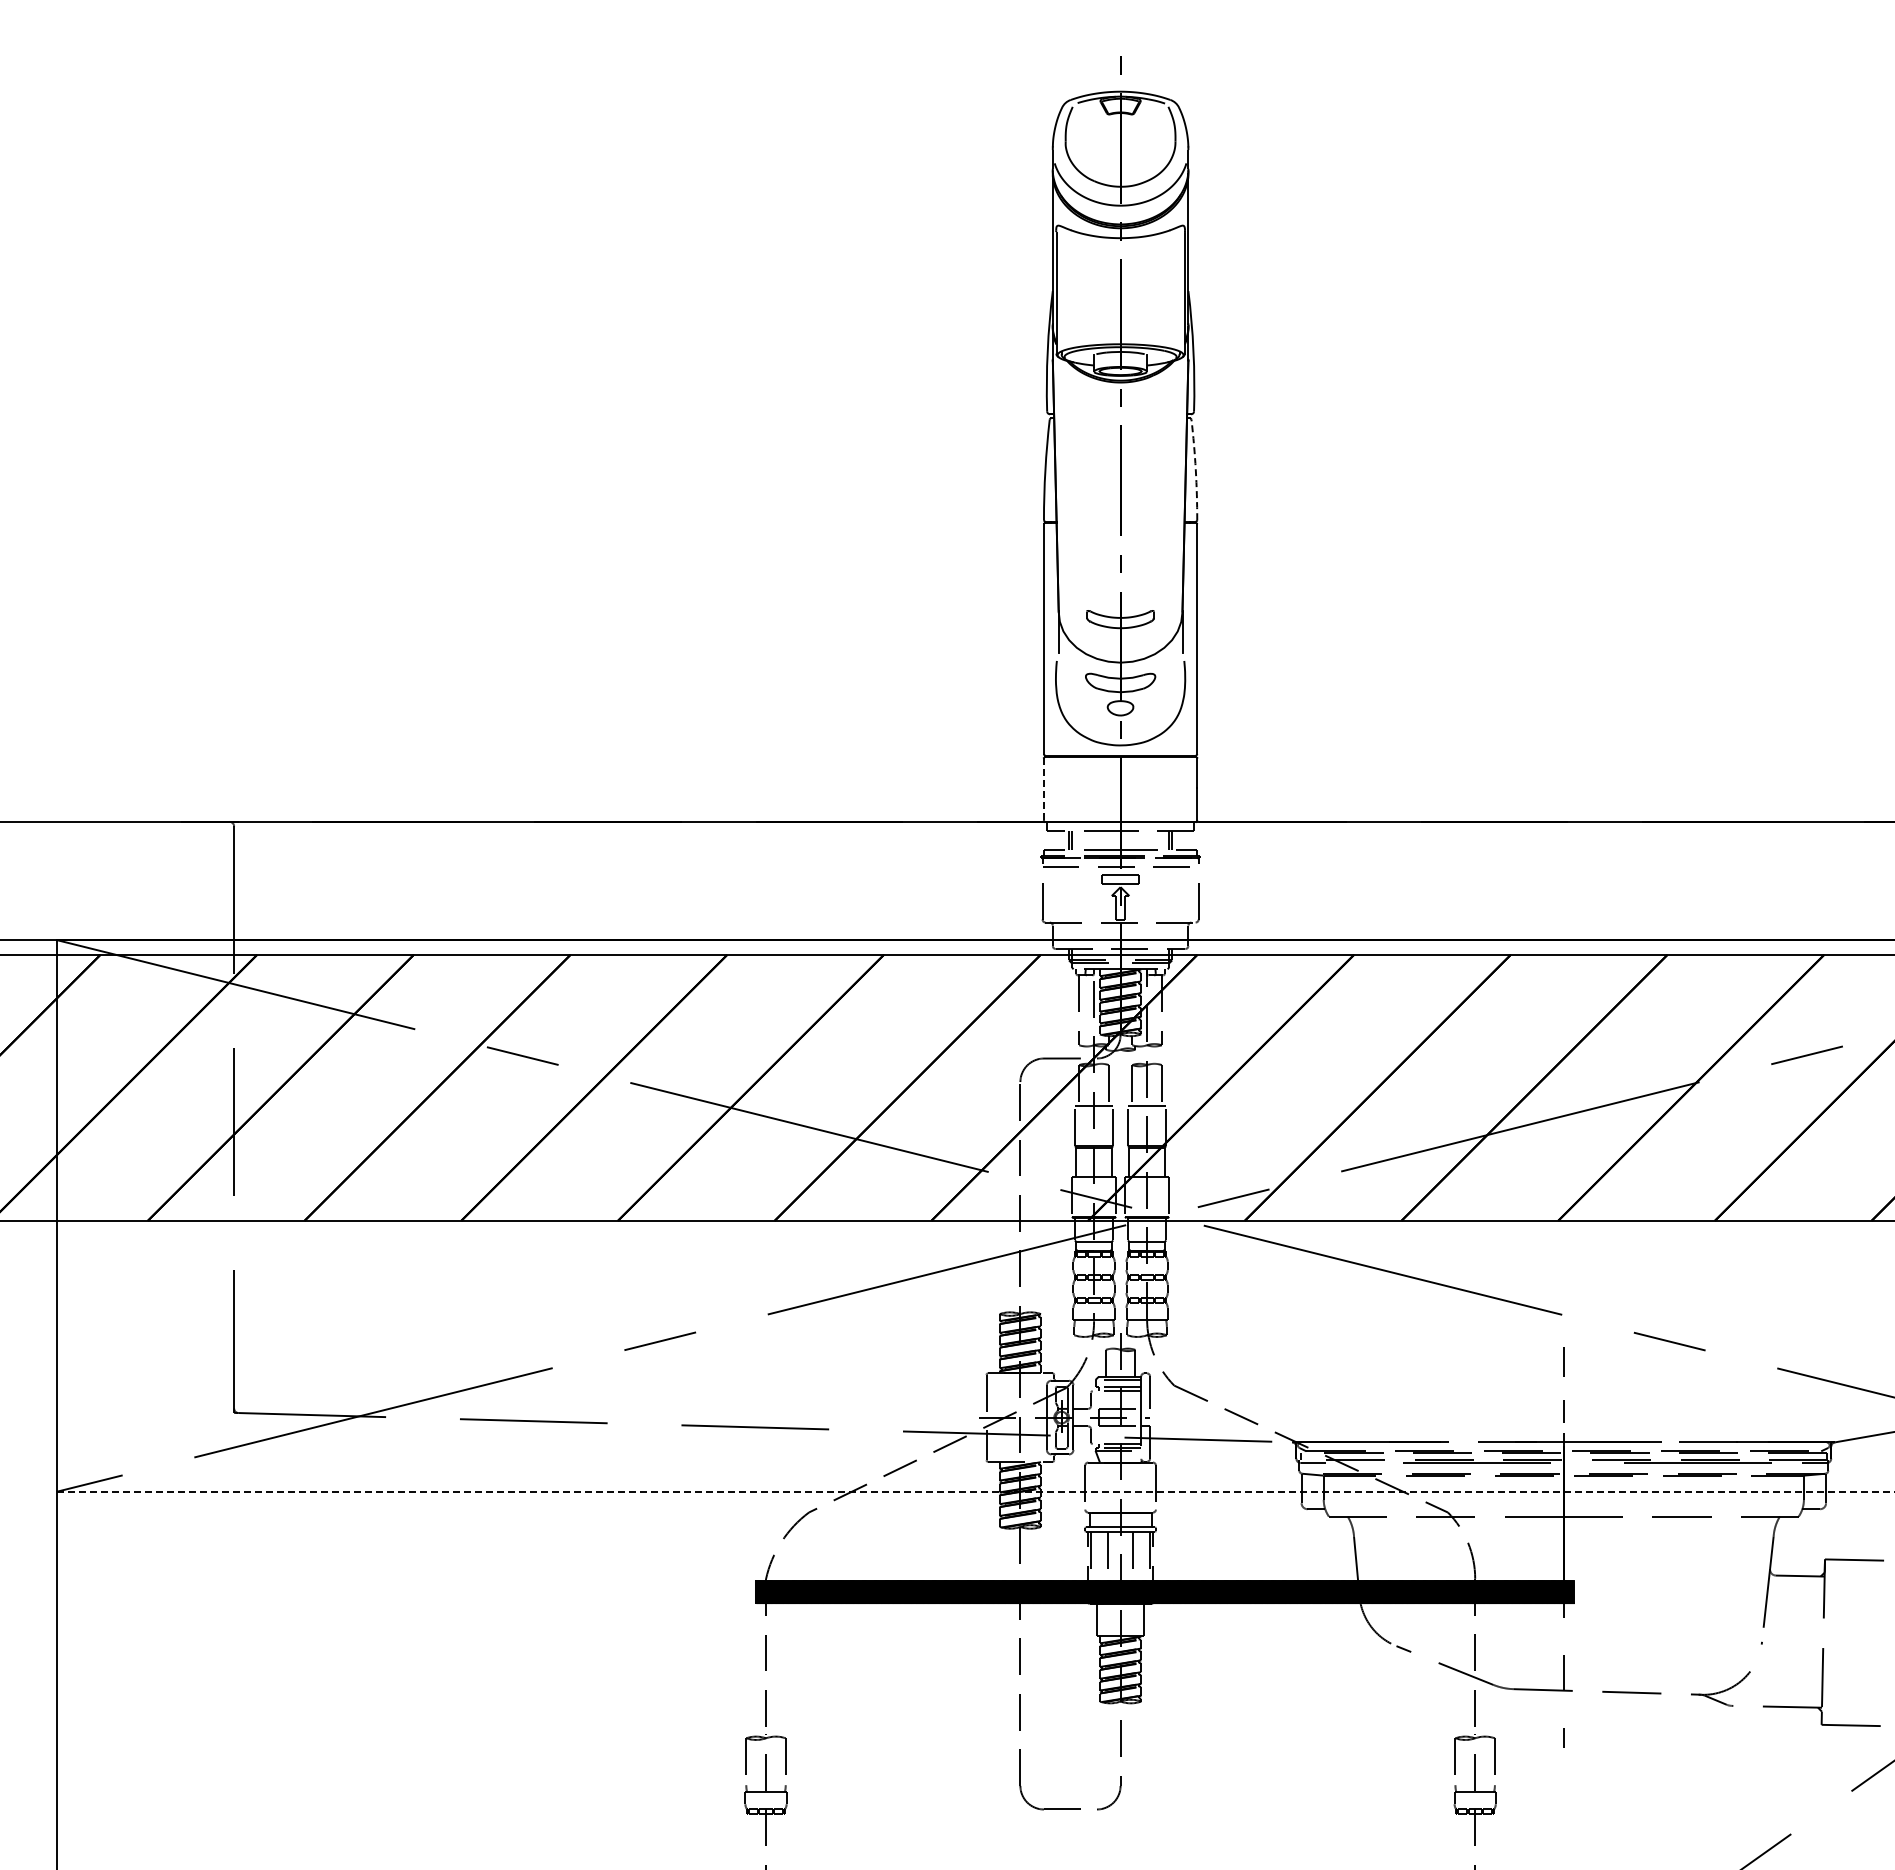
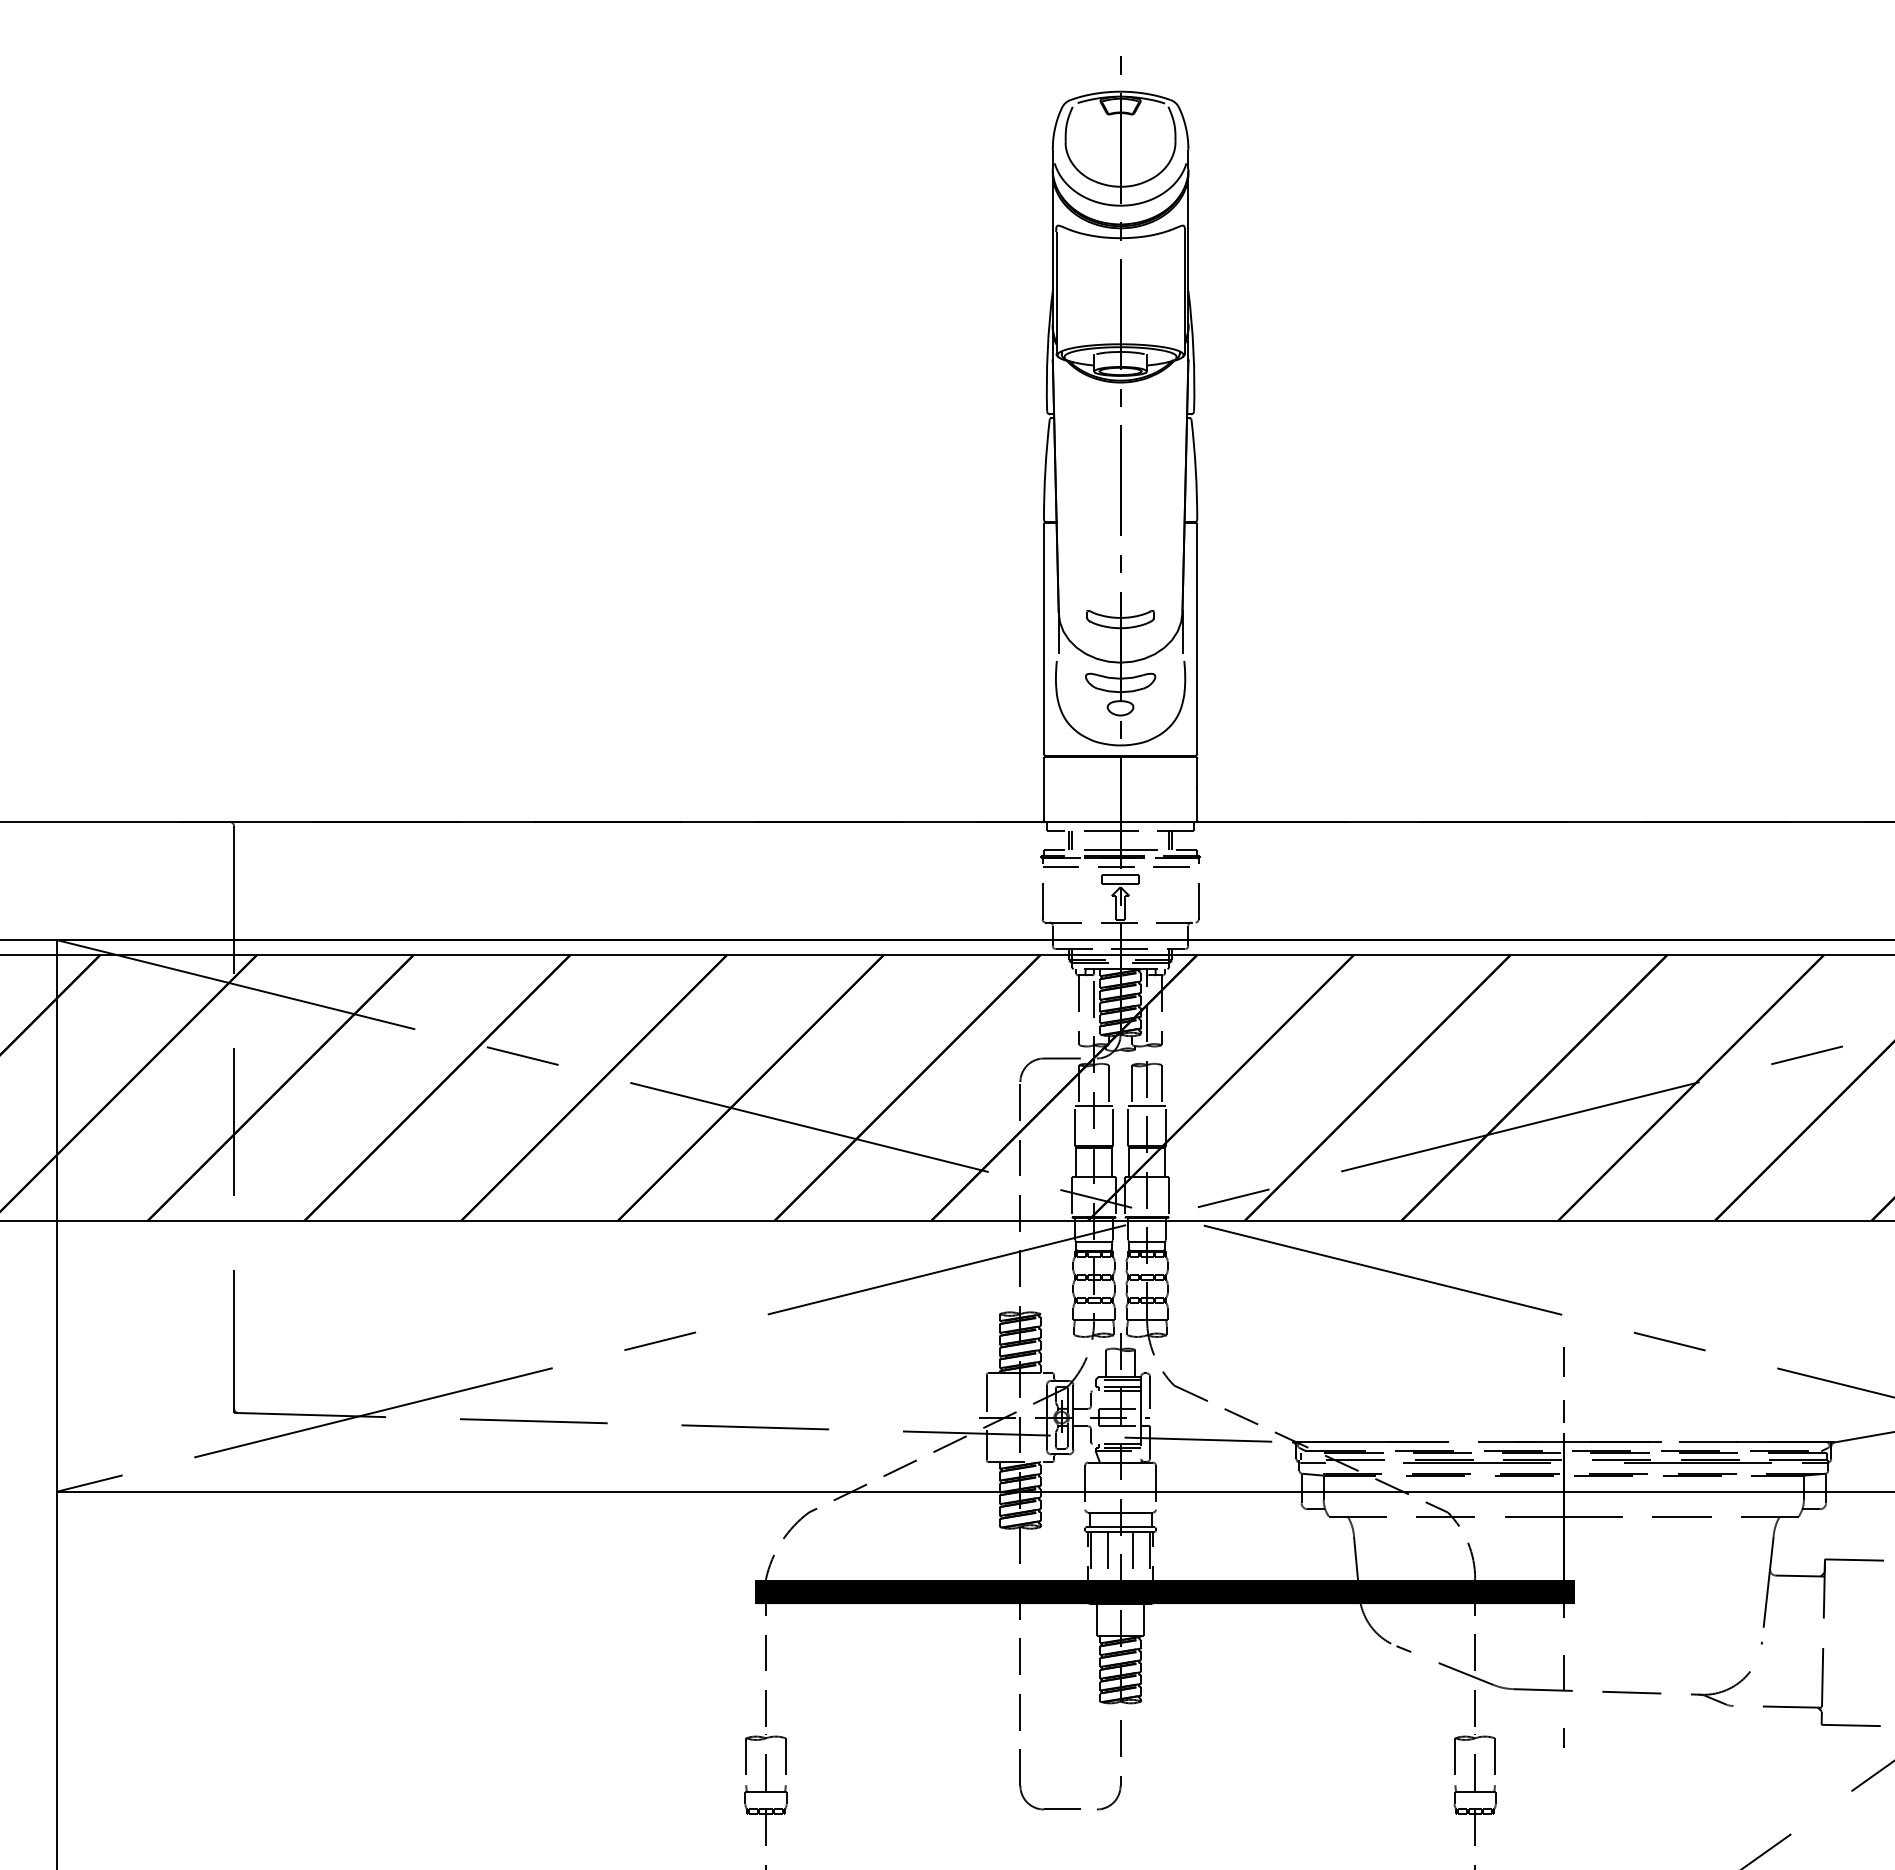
arc at (1195, 469): dashed -> solid
line at (1043, 789): dashed -> solid
line at (975, 1491): dashed -> solid
